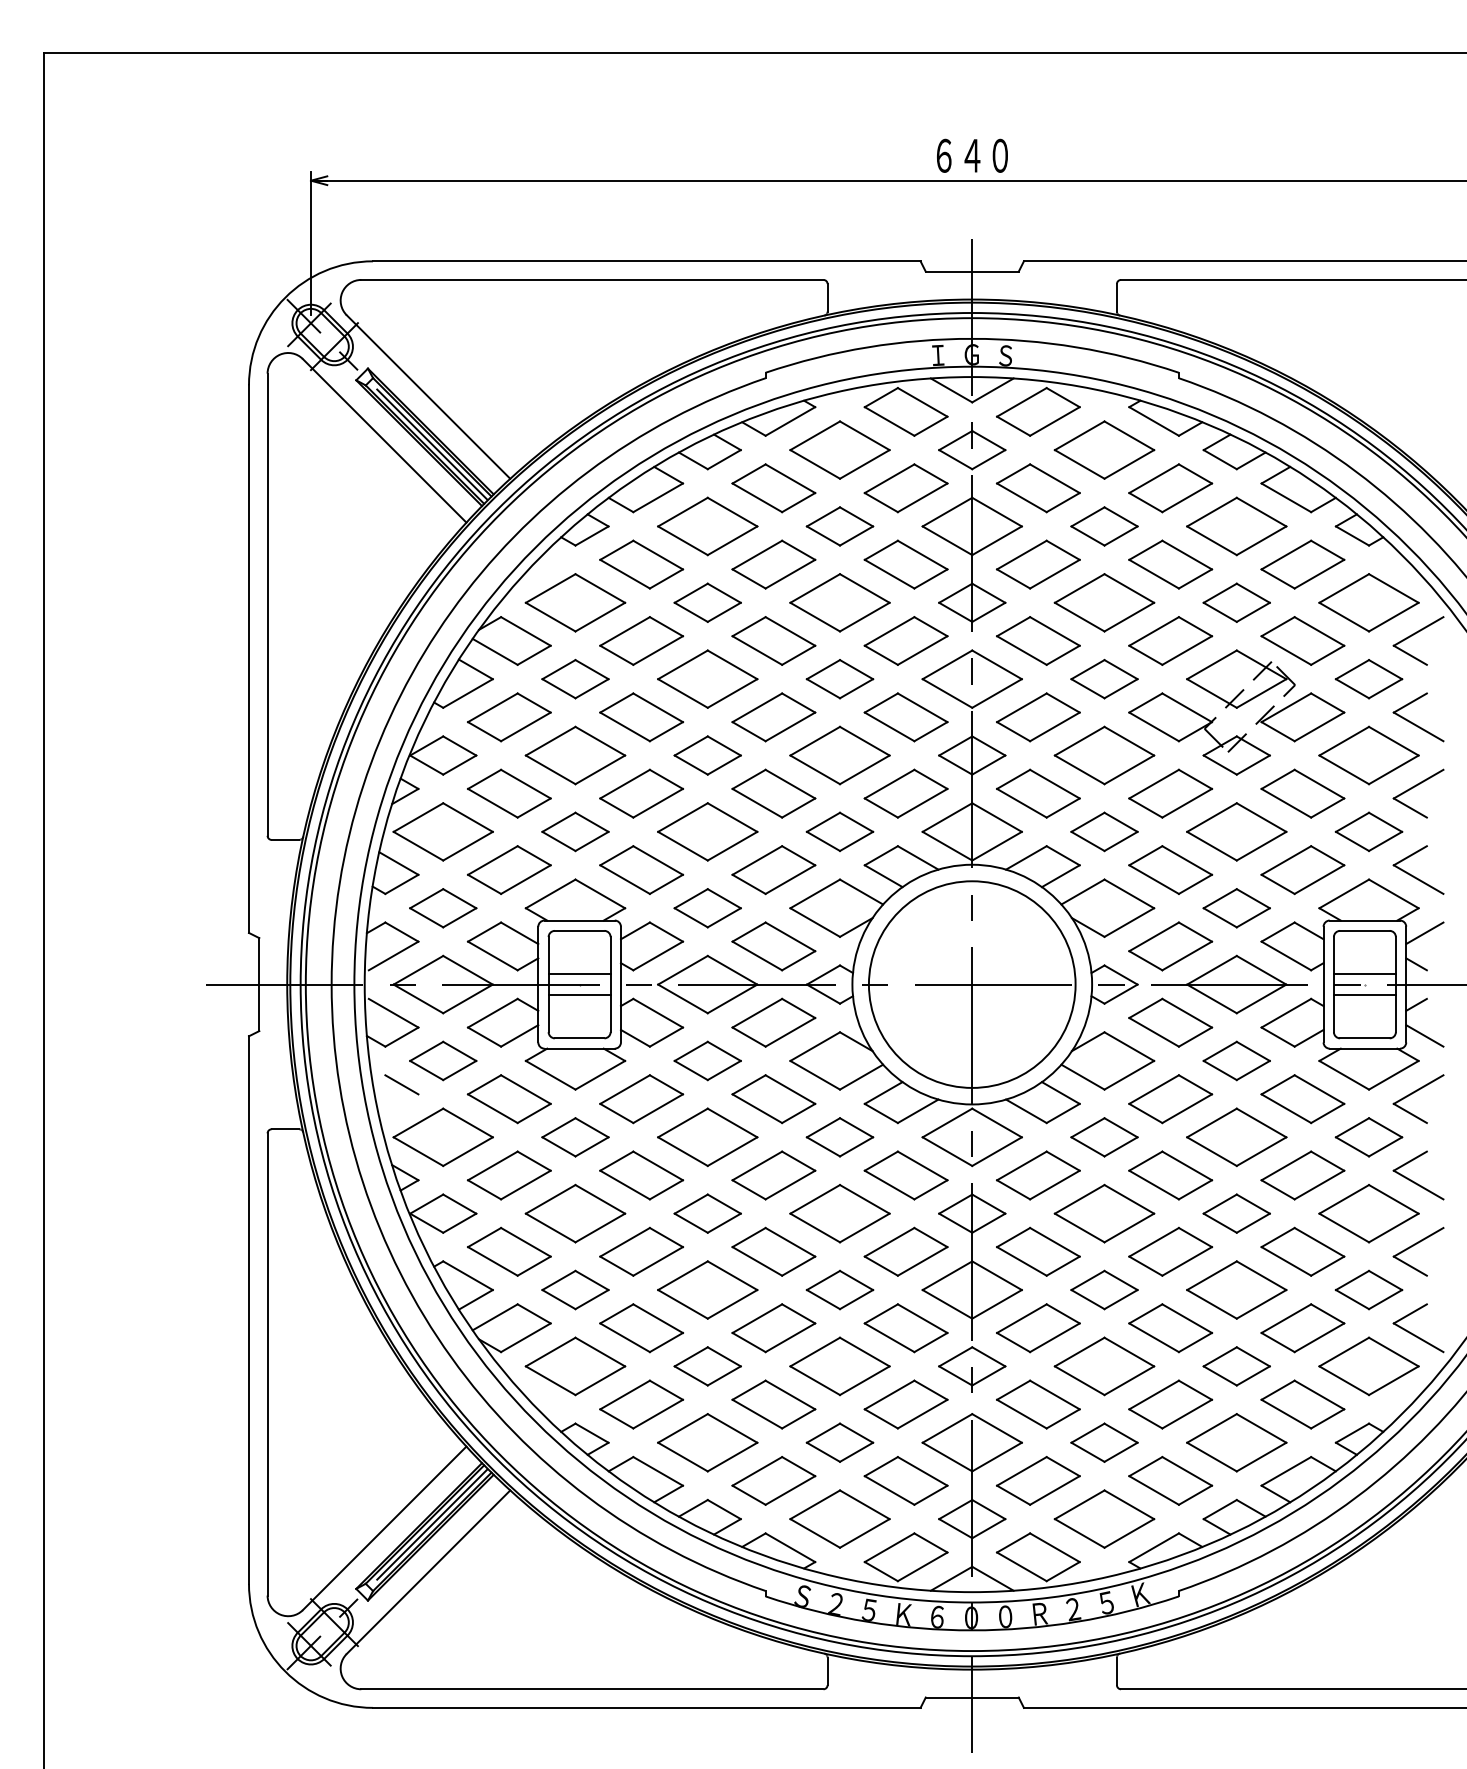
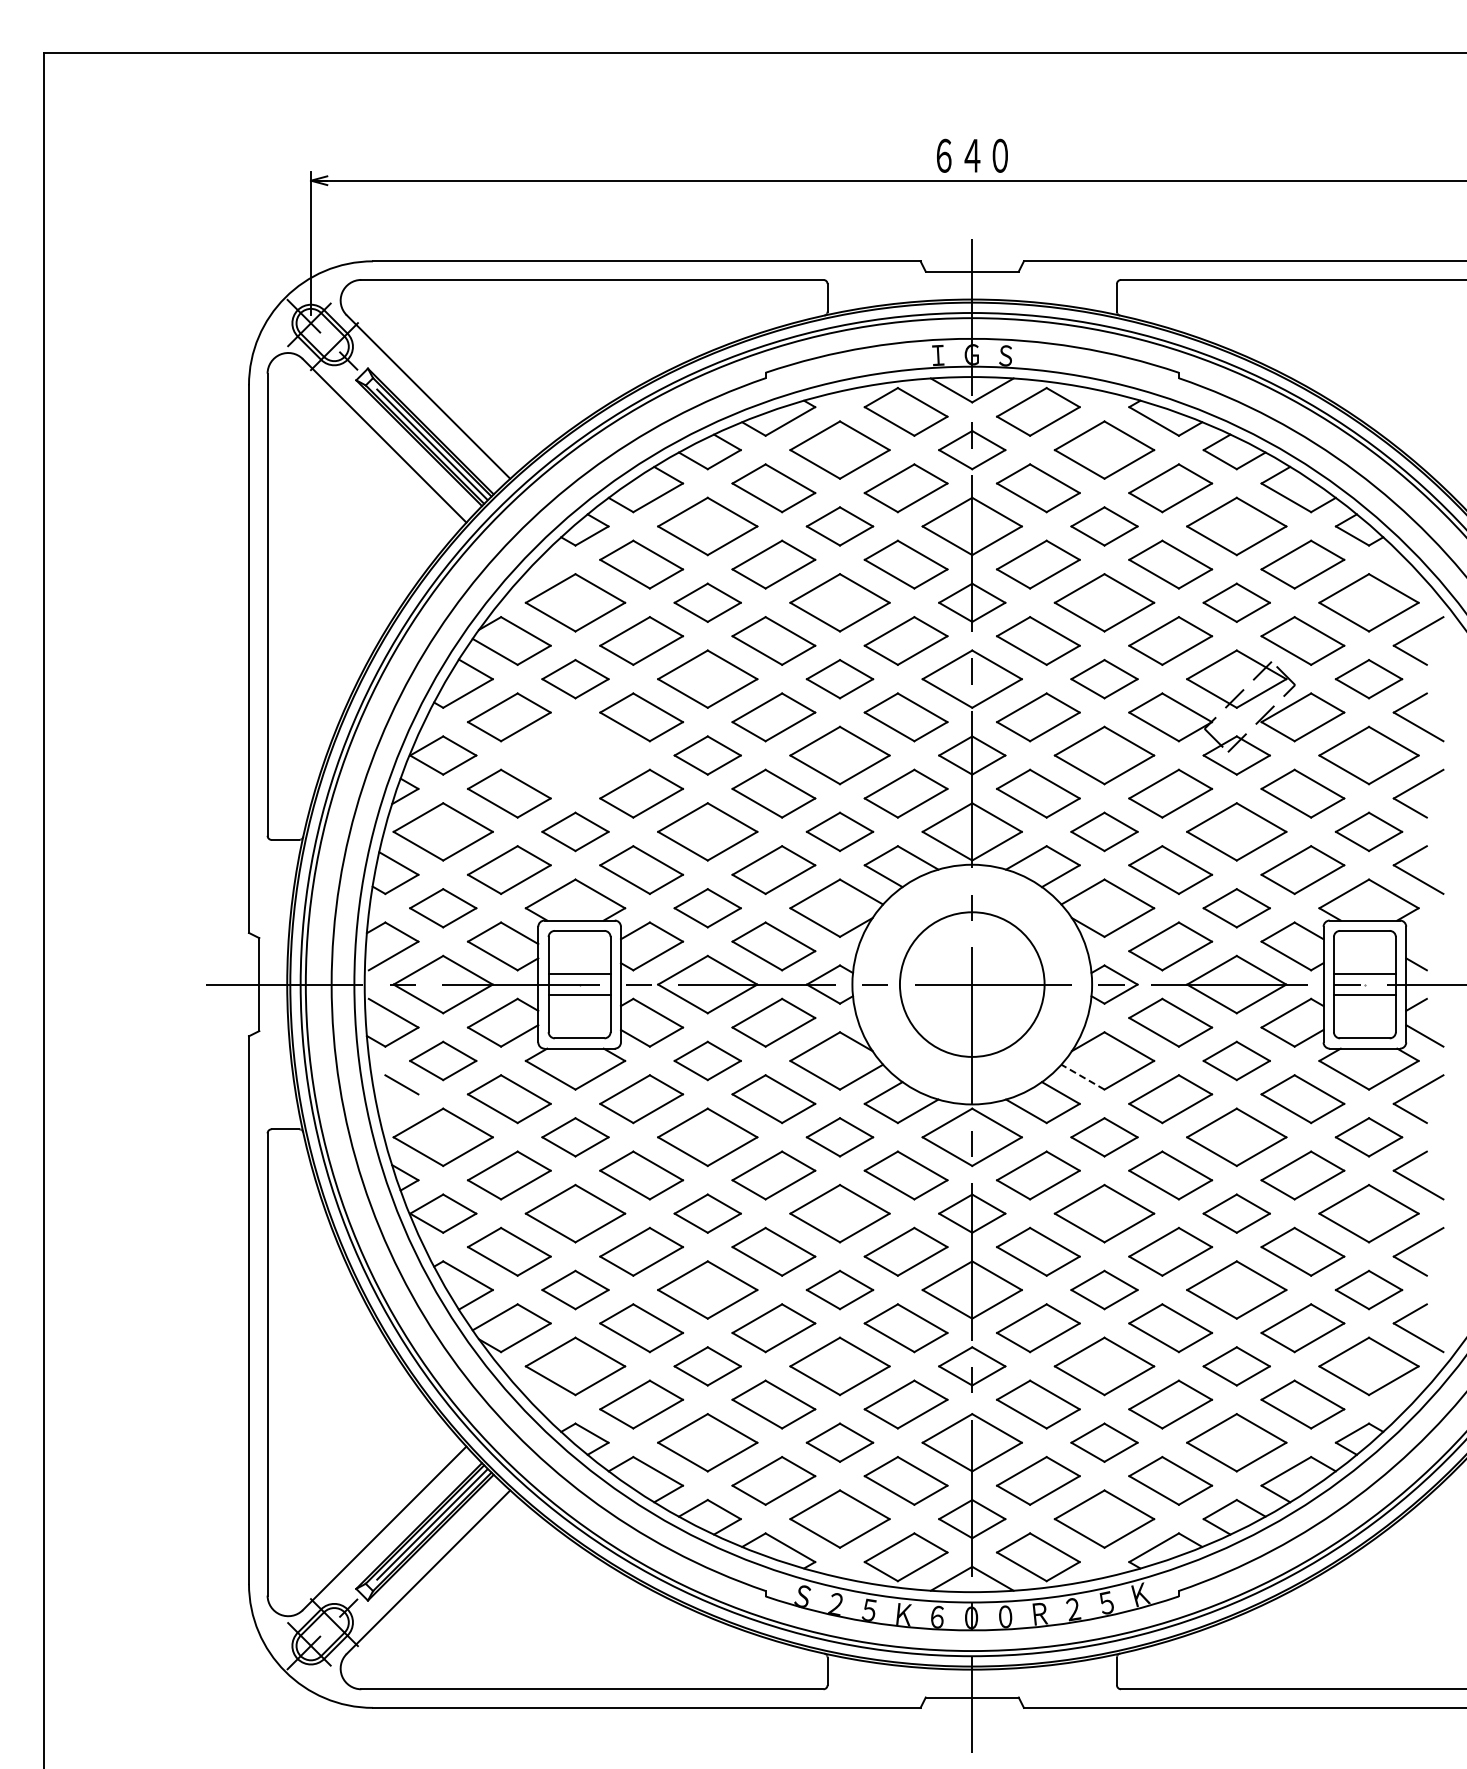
part at (575, 755): present -> none
line at (1424, 933): present -> none
circle at (971, 984) diameter: 207 px -> 145 px
line at (1082, 1077): solid -> dashed
